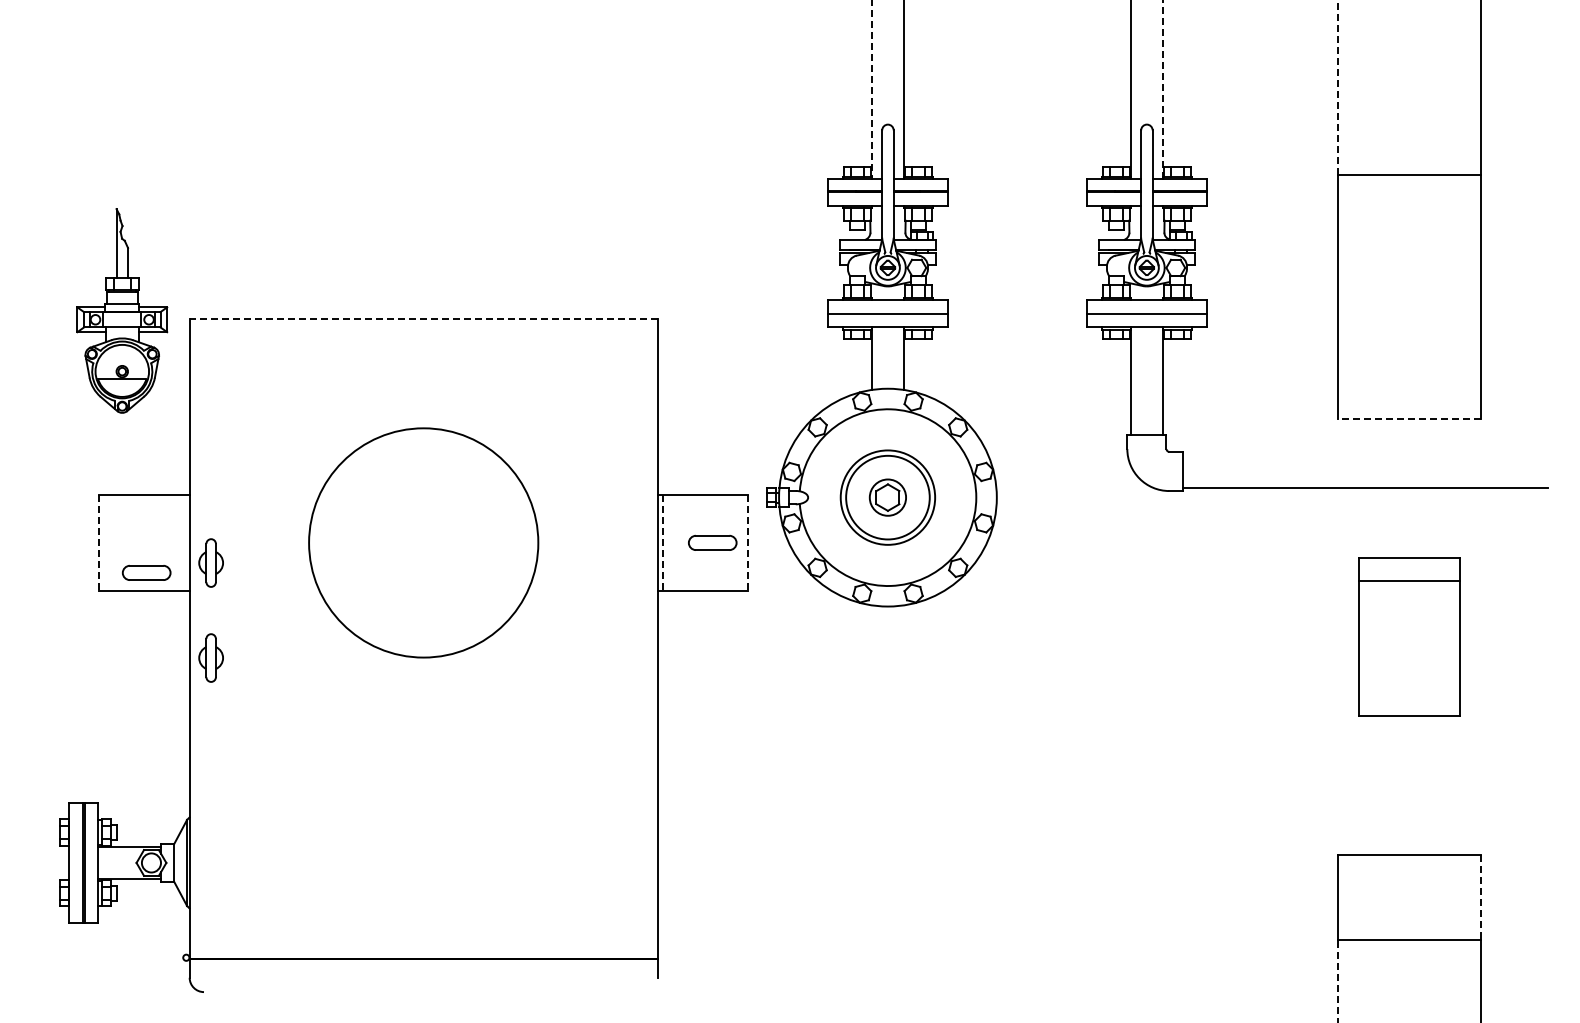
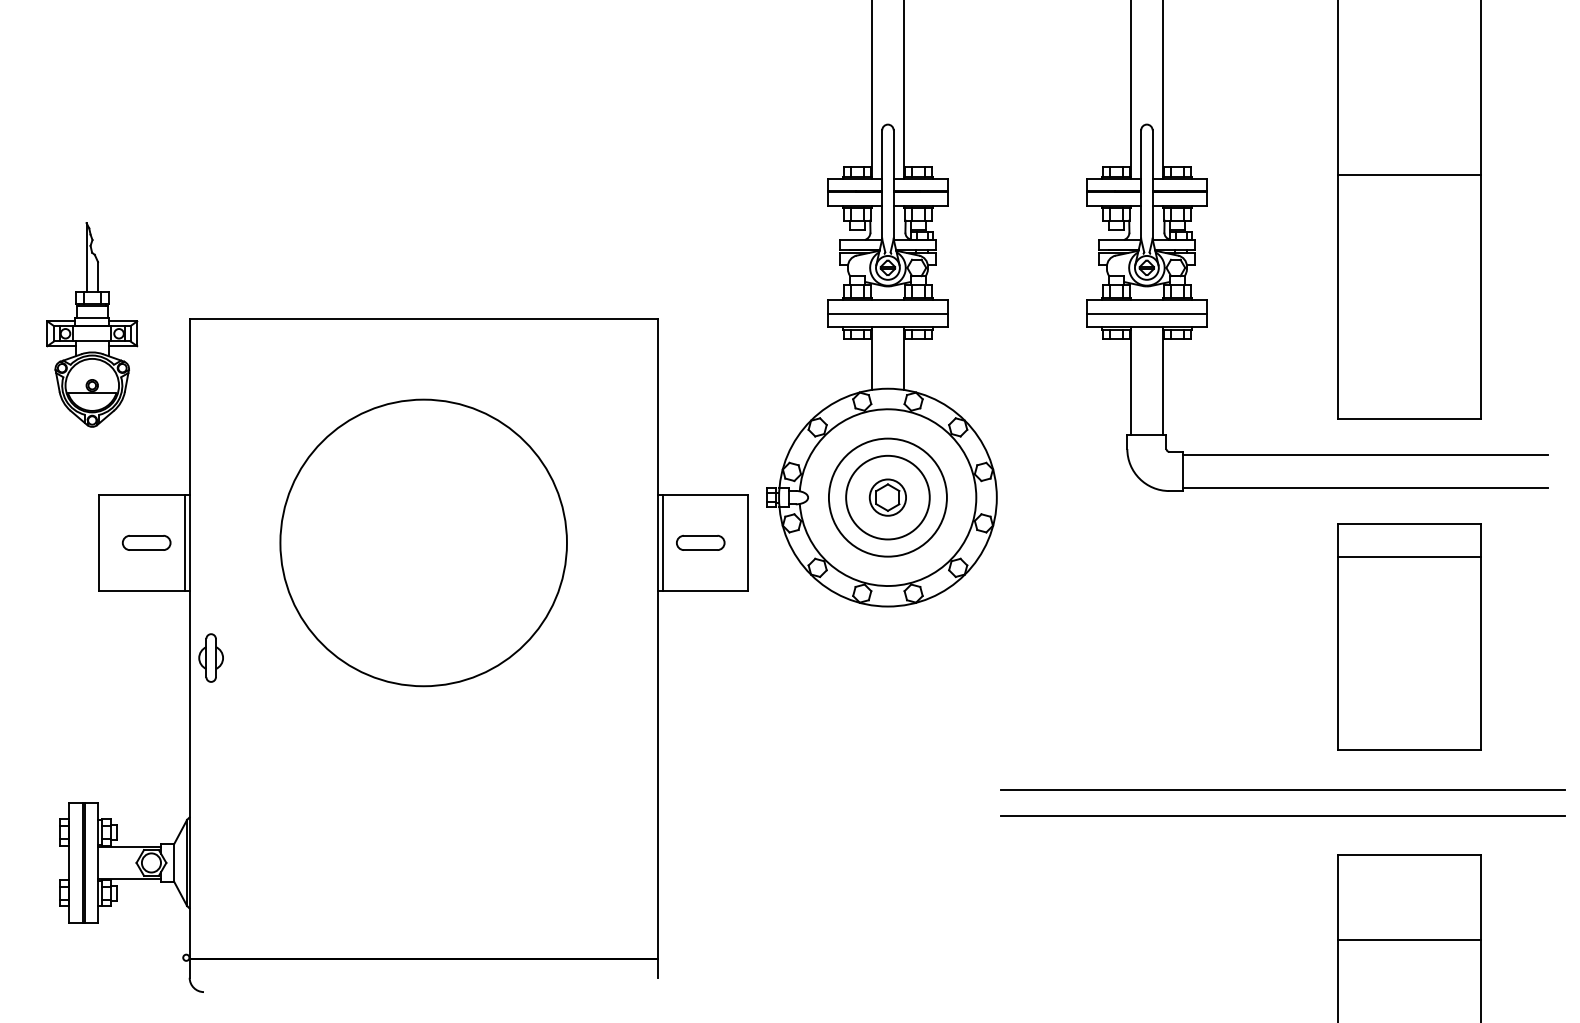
line at (1337, 87): dashed -> solid
line at (871, 89): dashed -> solid
line at (1163, 90): dashed -> solid
part at (122, 310) position: (122, 310) -> (92, 324)
line at (423, 318): dashed -> solid
line at (1409, 418): dashed -> solid
line at (1365, 455): none -> present
circle at (887, 497) diameter: 94 px -> 118 px
line at (98, 542): dashed -> solid
line at (184, 542): none -> present
circle at (423, 542) diameter: 229 px -> 287 px
line at (662, 542): dashed -> solid
part at (712, 542) position: (712, 542) -> (700, 542)
line at (748, 542): dashed -> solid
part at (210, 562): present -> none
part at (146, 572) position: (146, 572) -> (146, 542)
part at (1409, 636) size: 103x160 px -> 145x228 px
line at (1282, 789): none -> present
line at (1282, 815): none -> present
line at (1481, 897): dashed -> solid
line at (1337, 980): dashed -> solid
